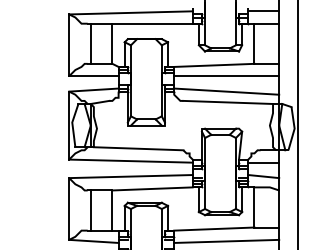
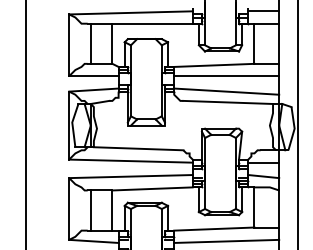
line at (25, 124): none -> present
